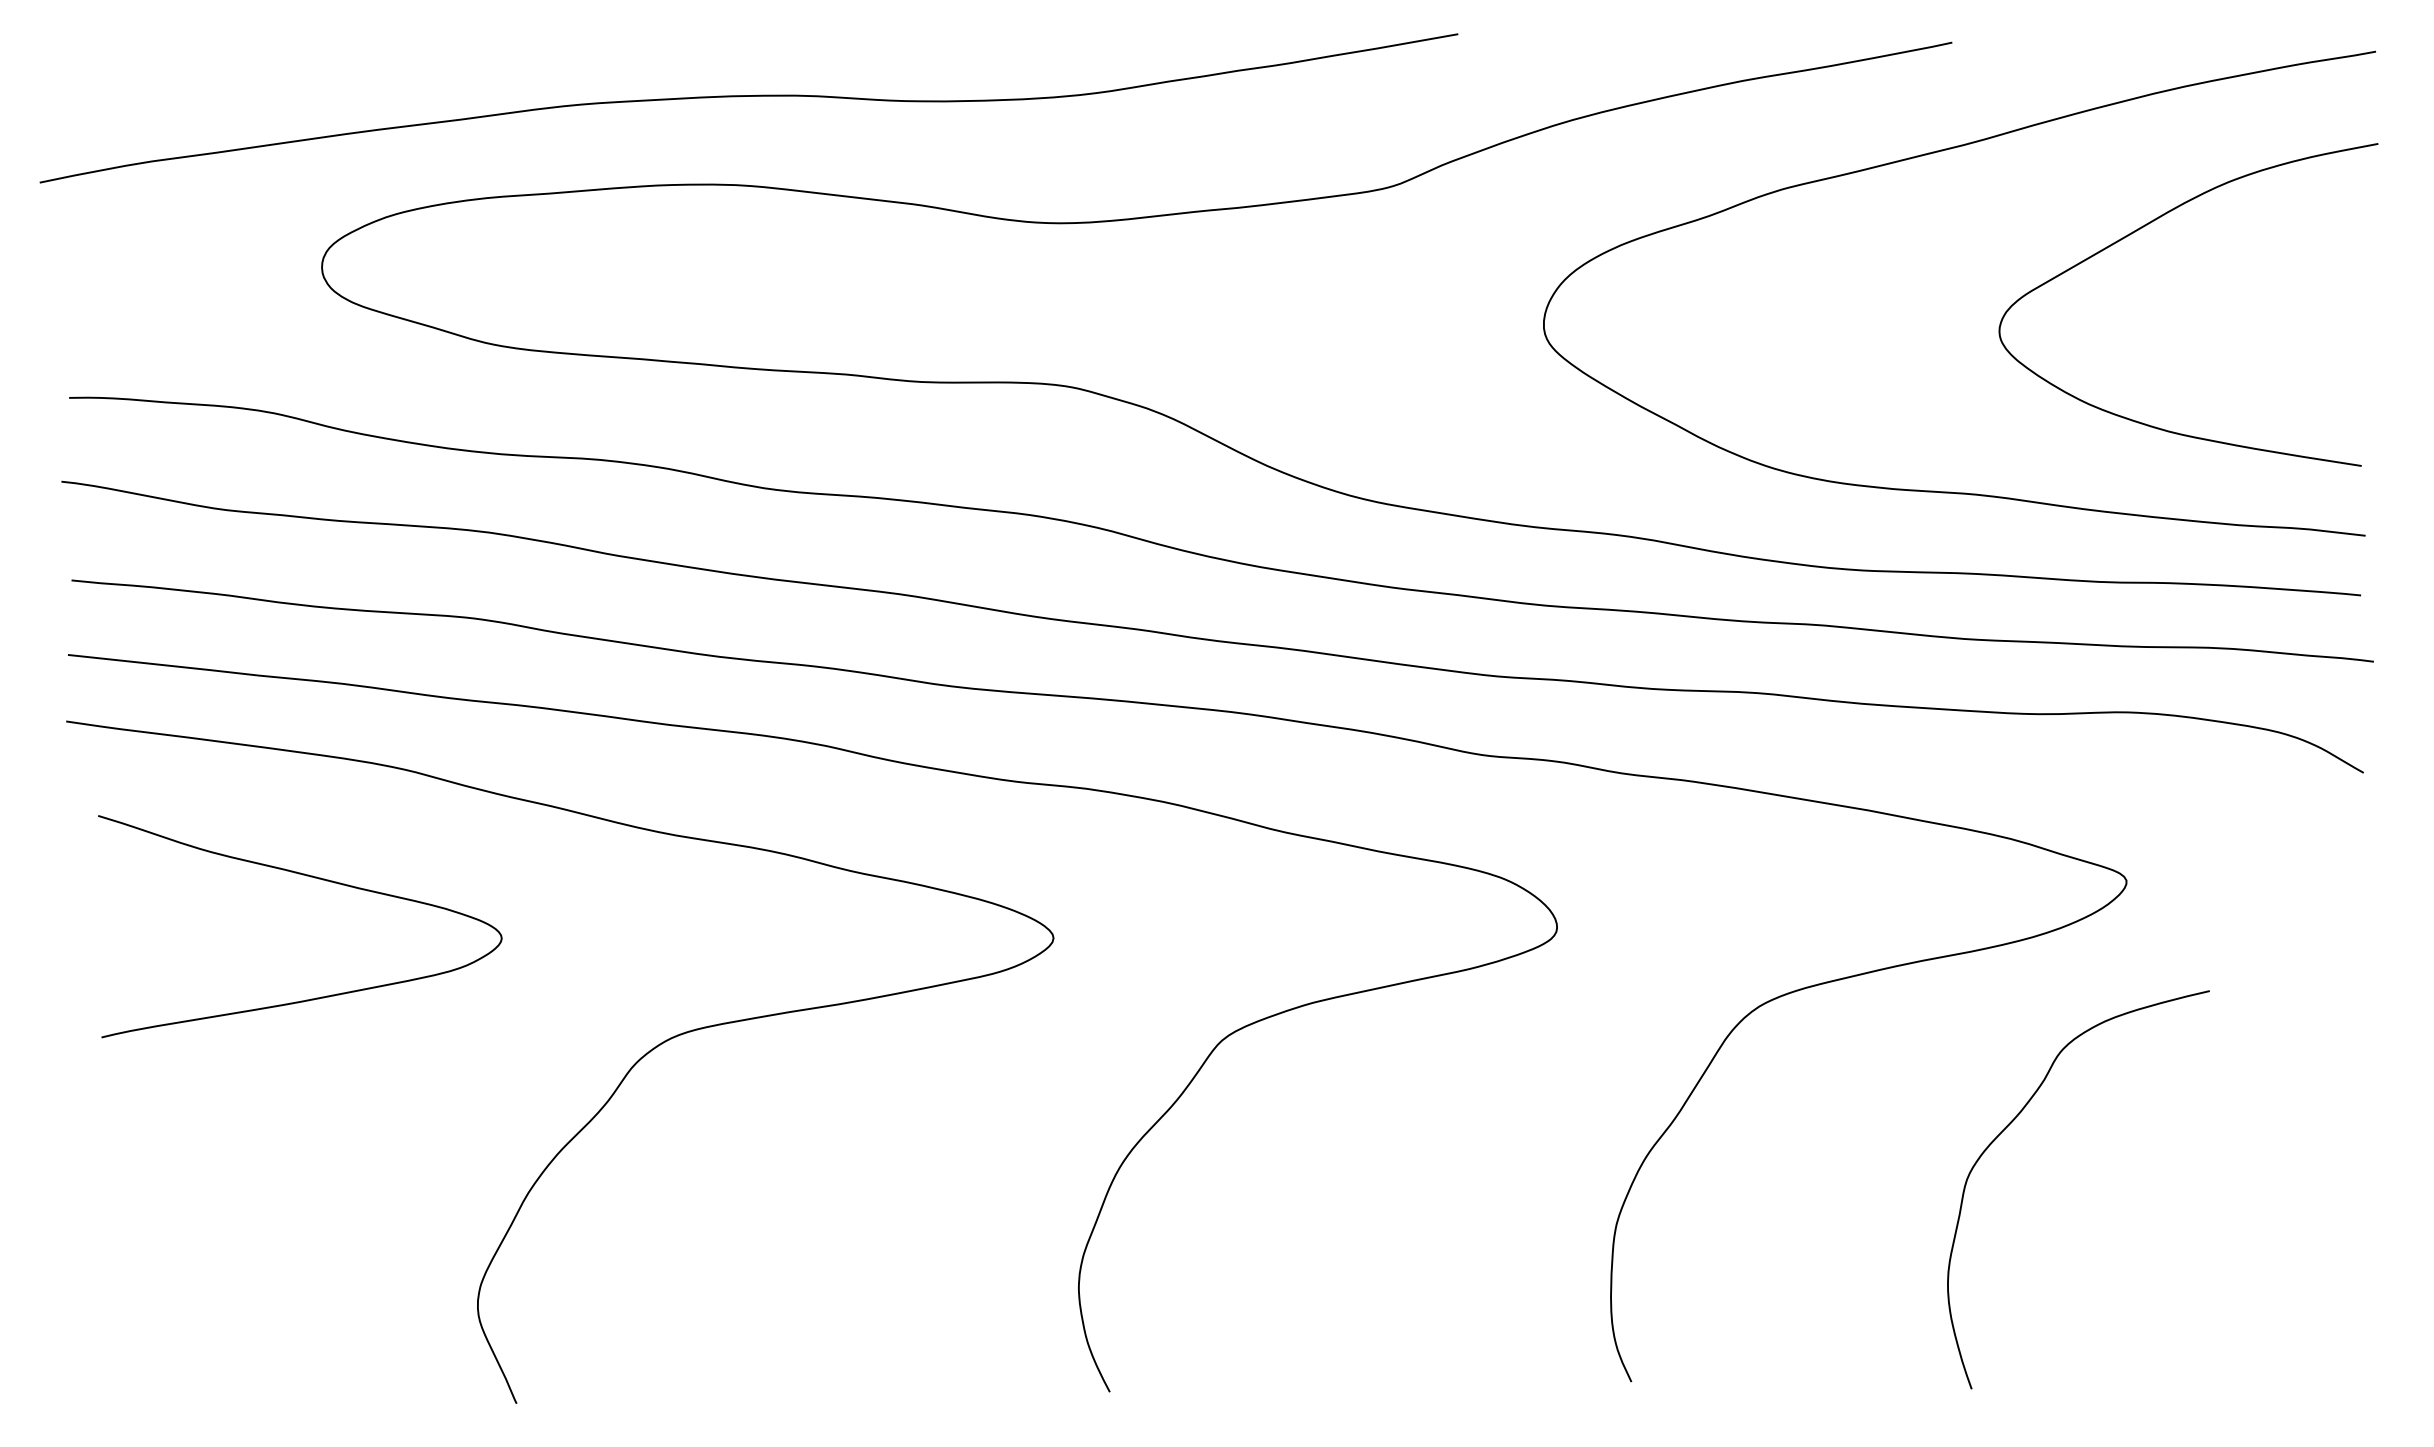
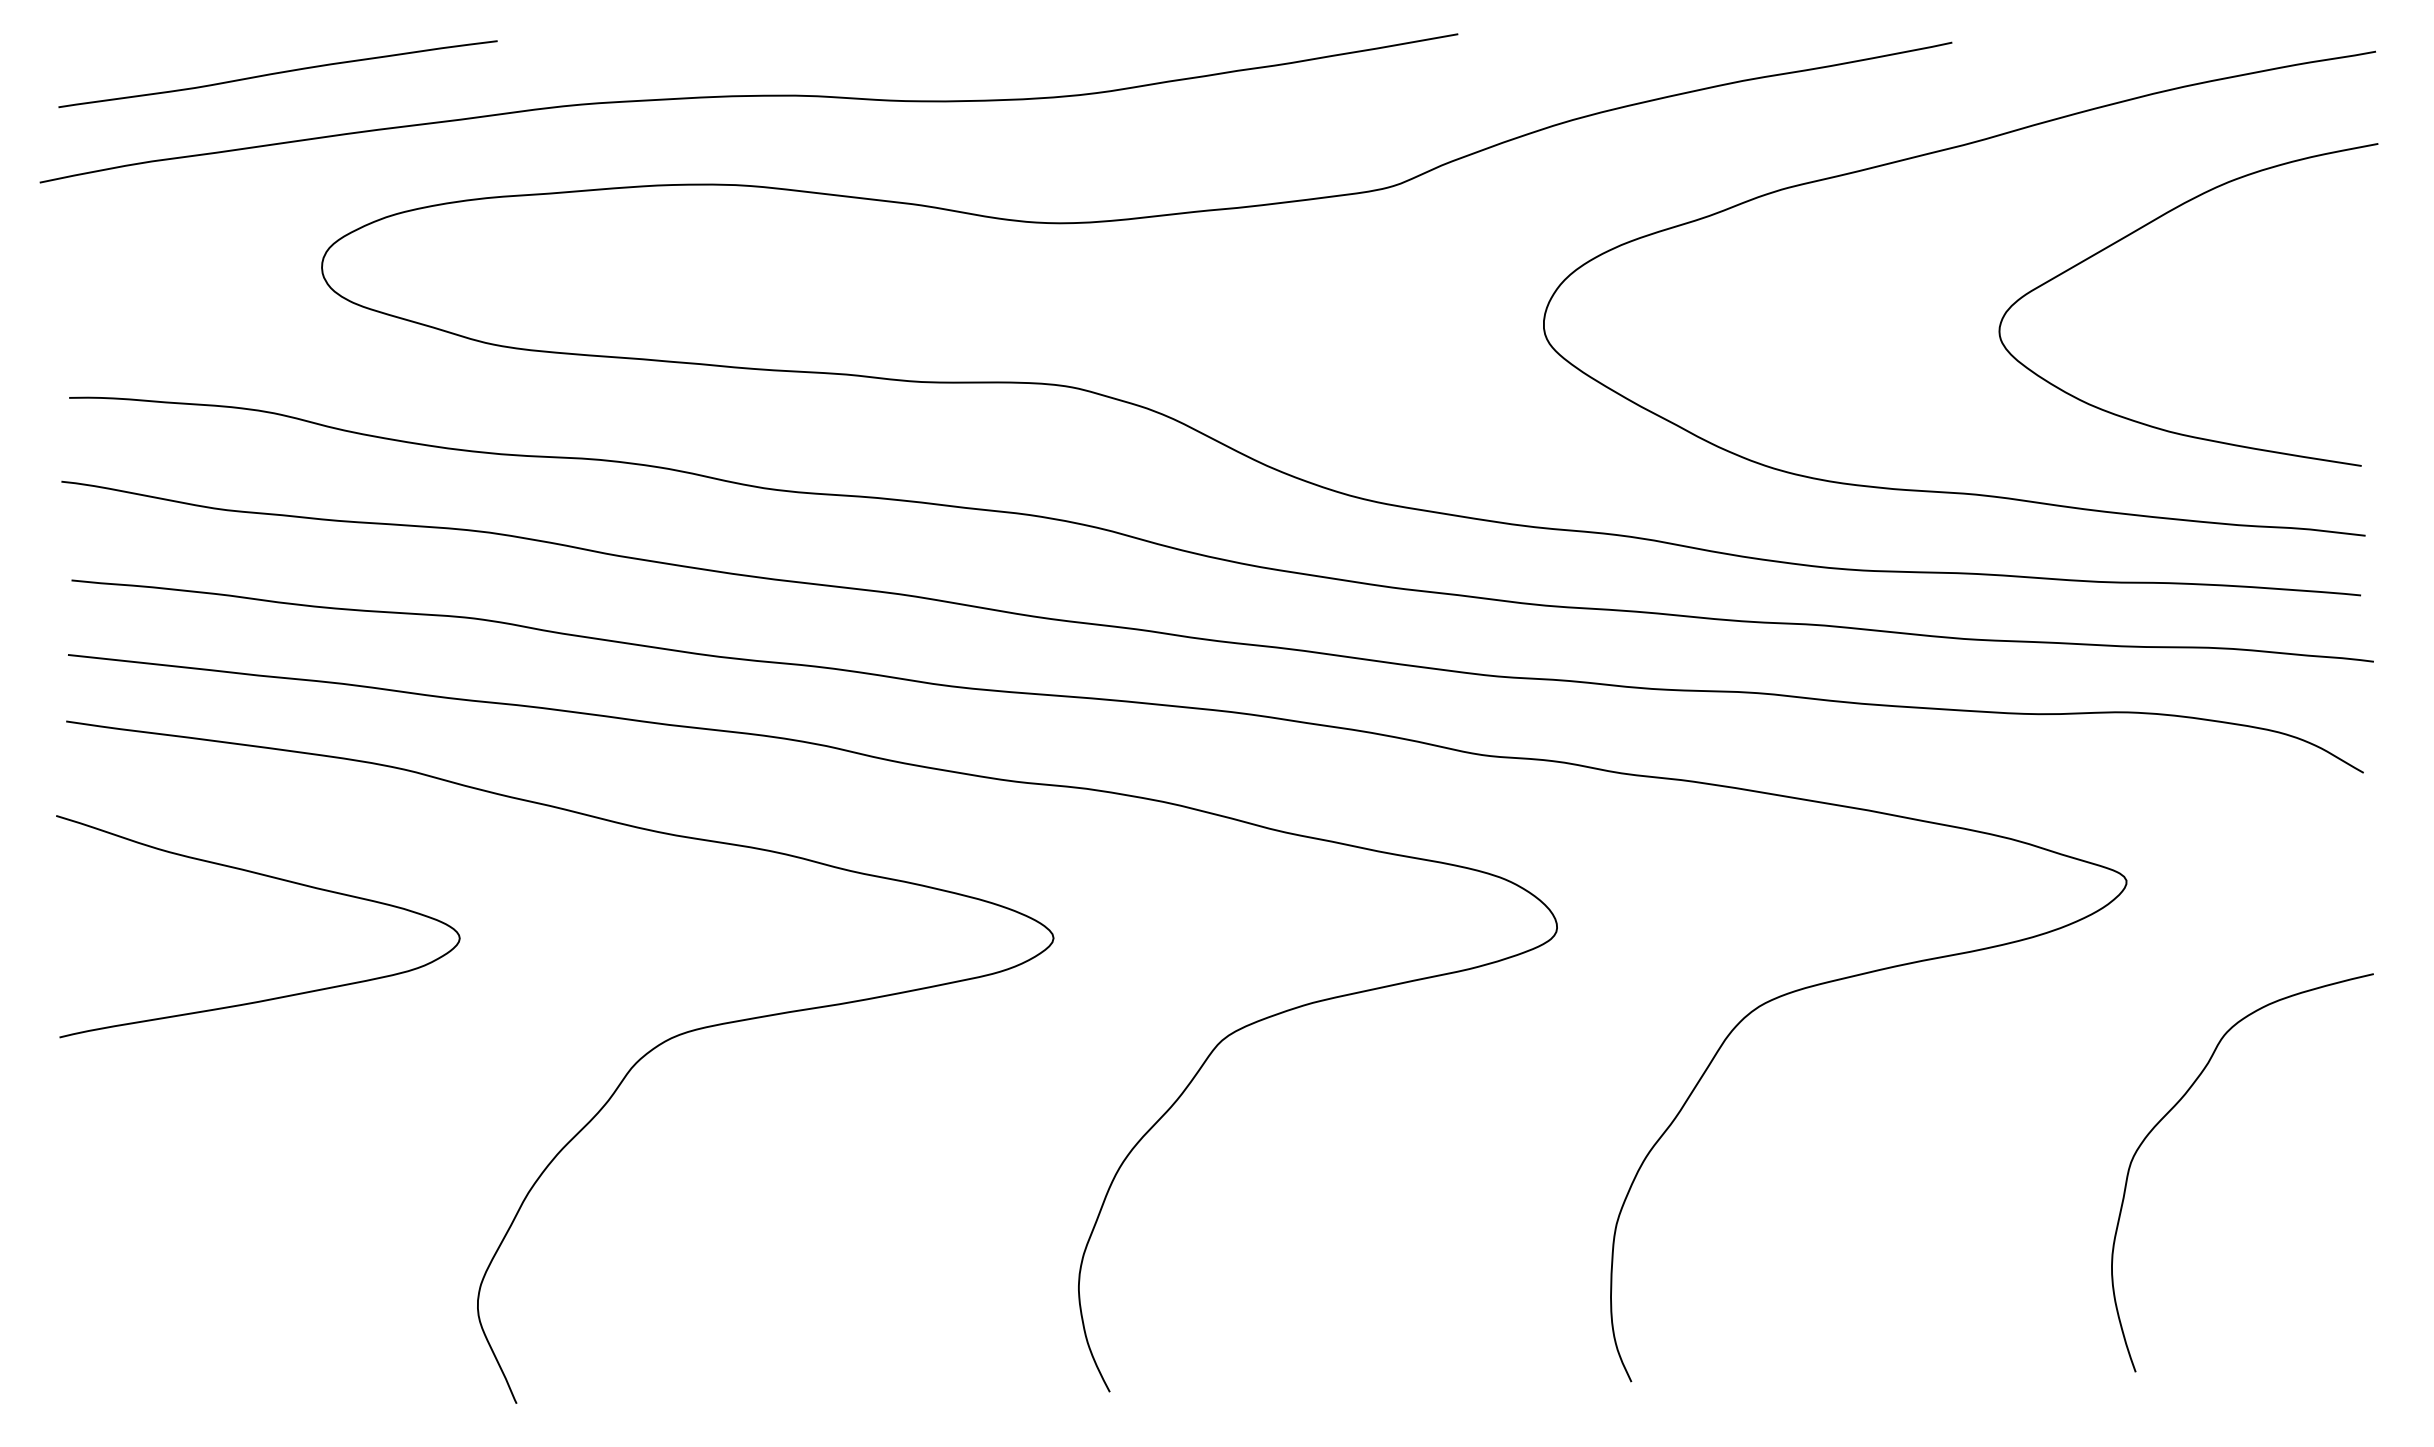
curve at (277, 73): none -> present
curve at (314, 878) position: (314, 878) -> (272, 878)
curve at (2012, 1122) position: (2012, 1122) -> (2176, 1105)
